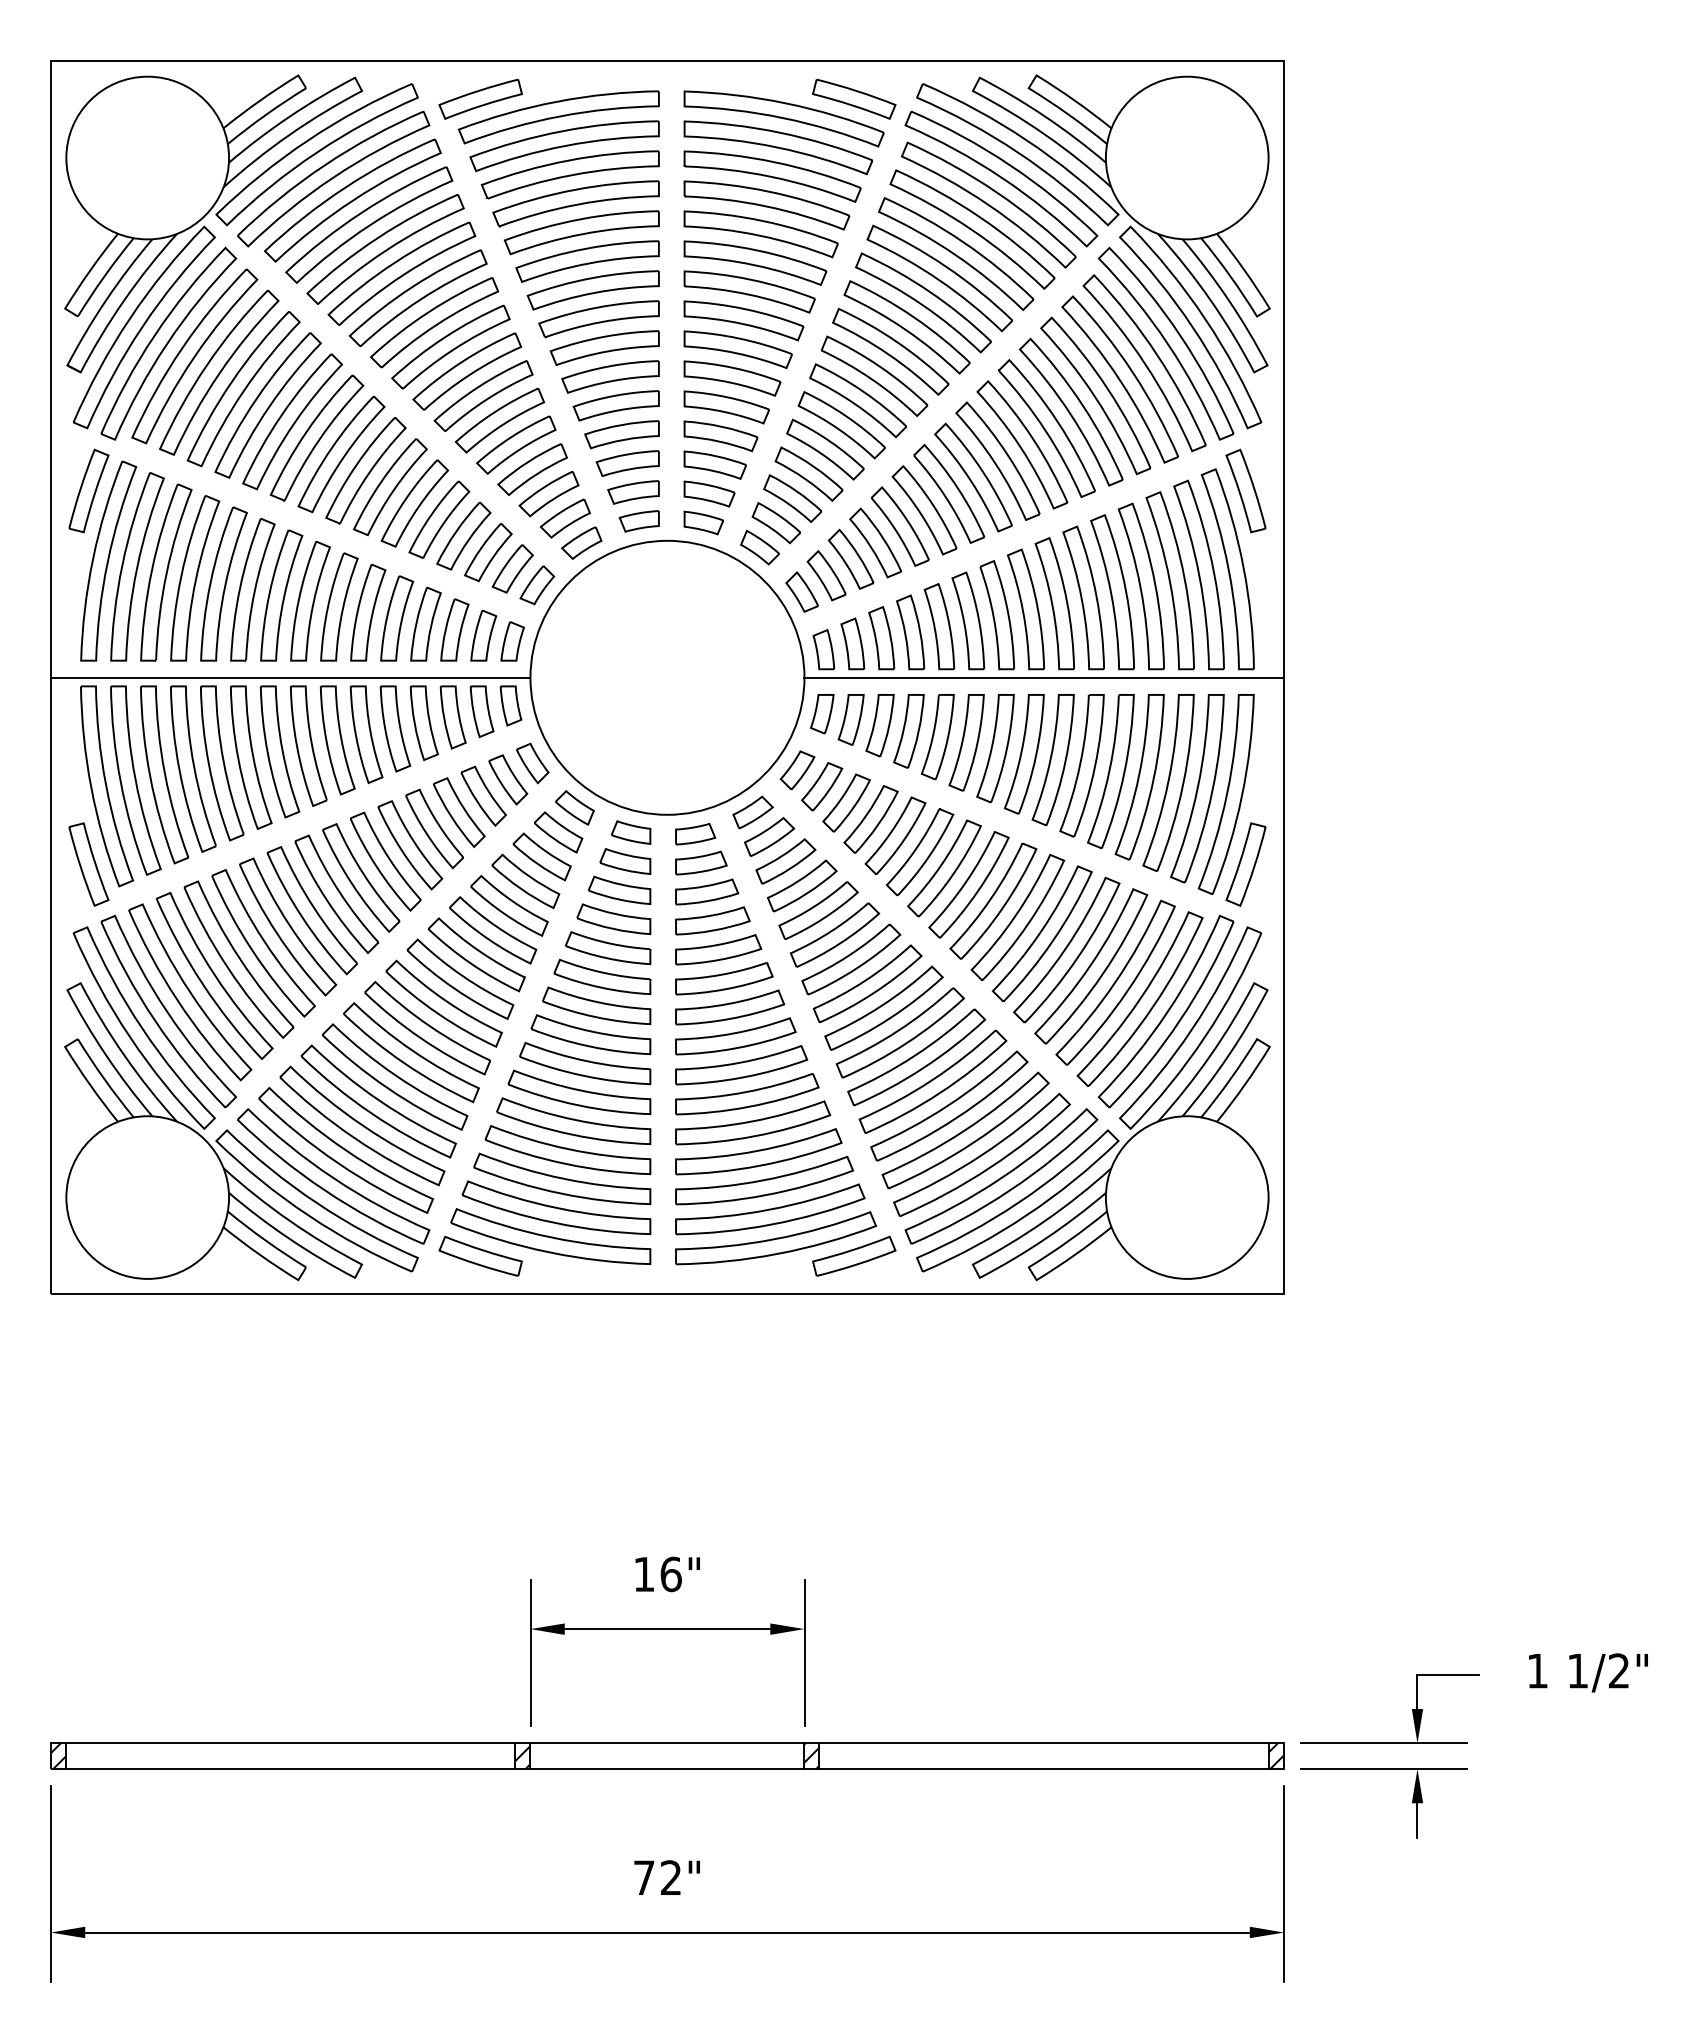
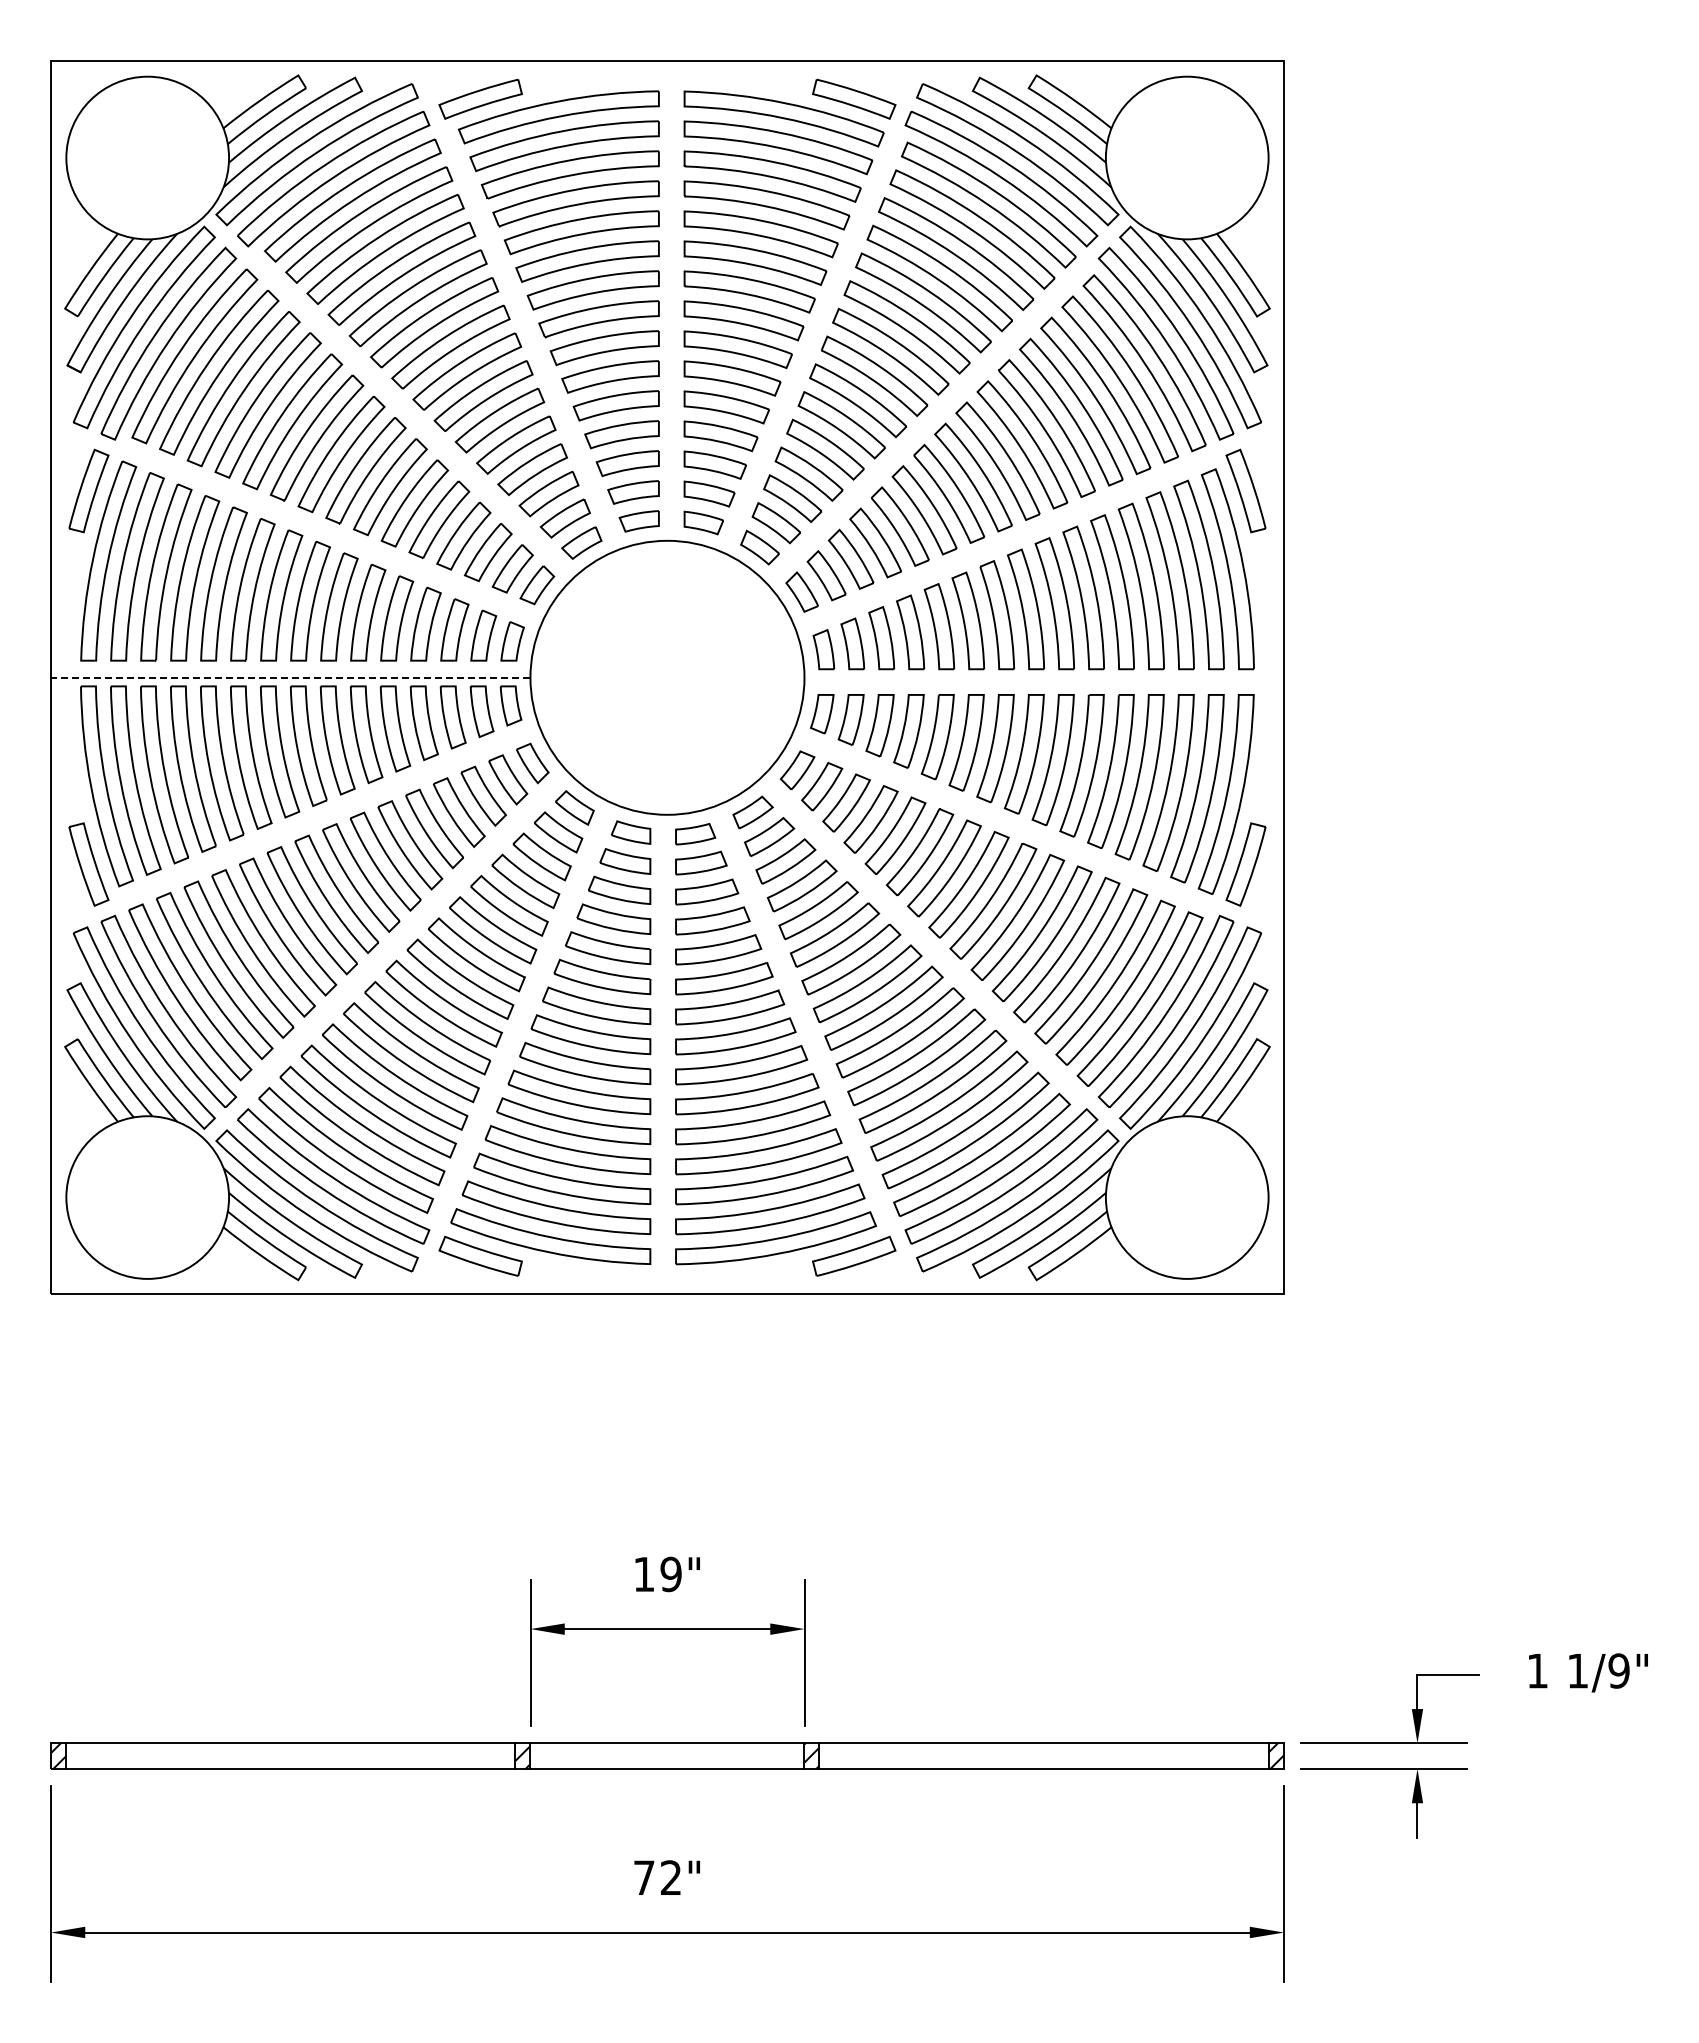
line at (290, 677): solid -> dashed
line at (1044, 677): present -> none
text at (670, 1574): 16" -> 19"
text at (1618, 1670): 1/2" -> 1/9"
